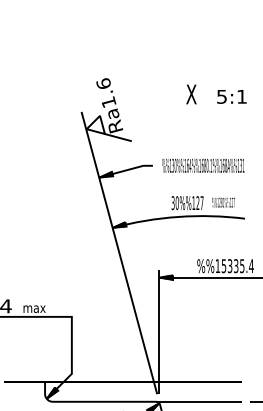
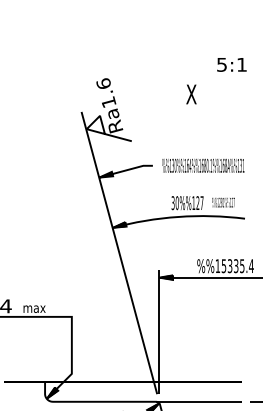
text at (231, 96) position: (231, 96) -> (231, 64)
